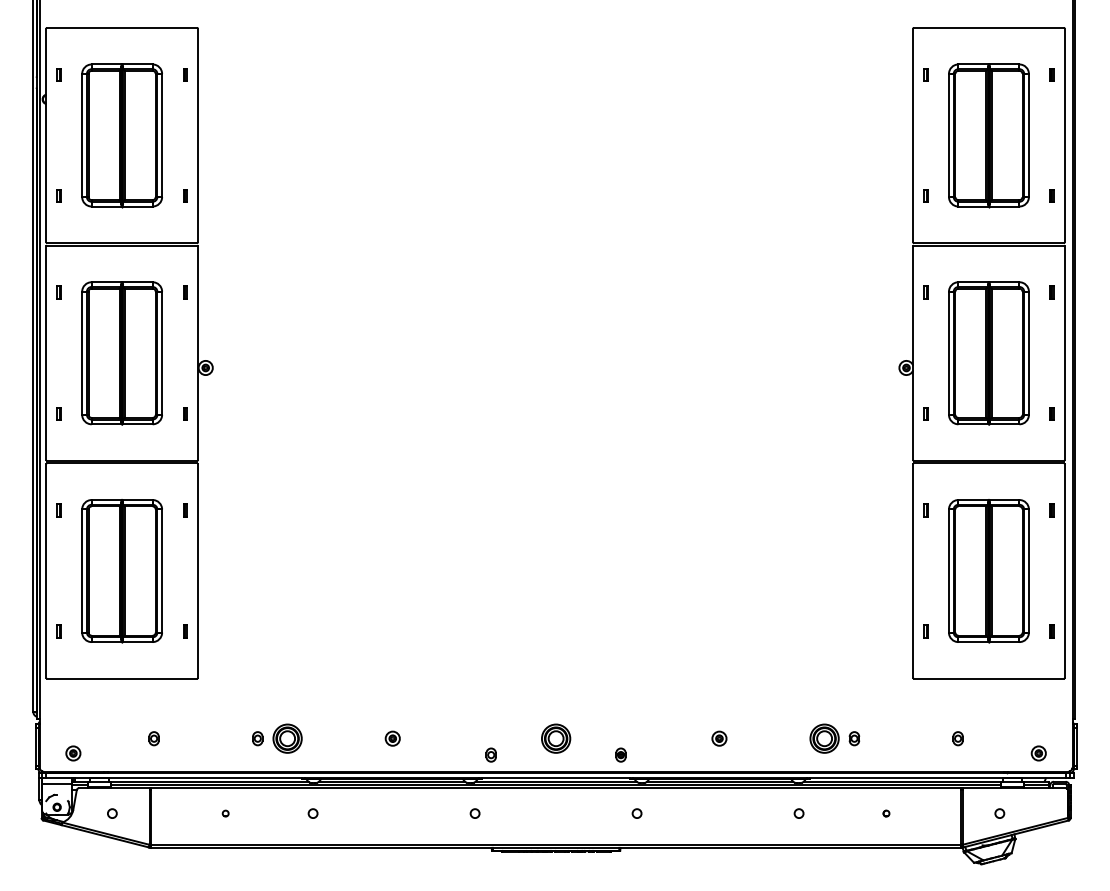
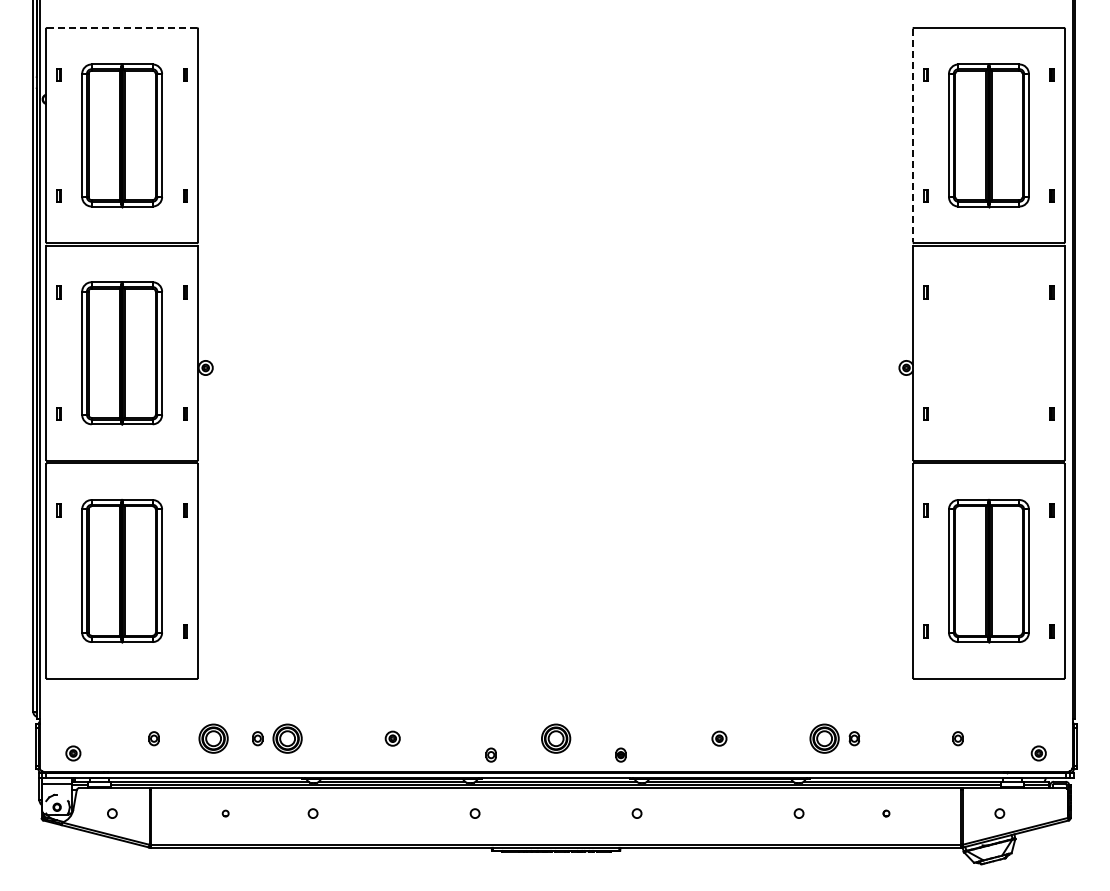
line at (121, 27): solid -> dashed
line at (913, 135): solid -> dashed
part at (988, 353): present -> none
part at (58, 631): present -> none
part at (213, 738): none -> present
